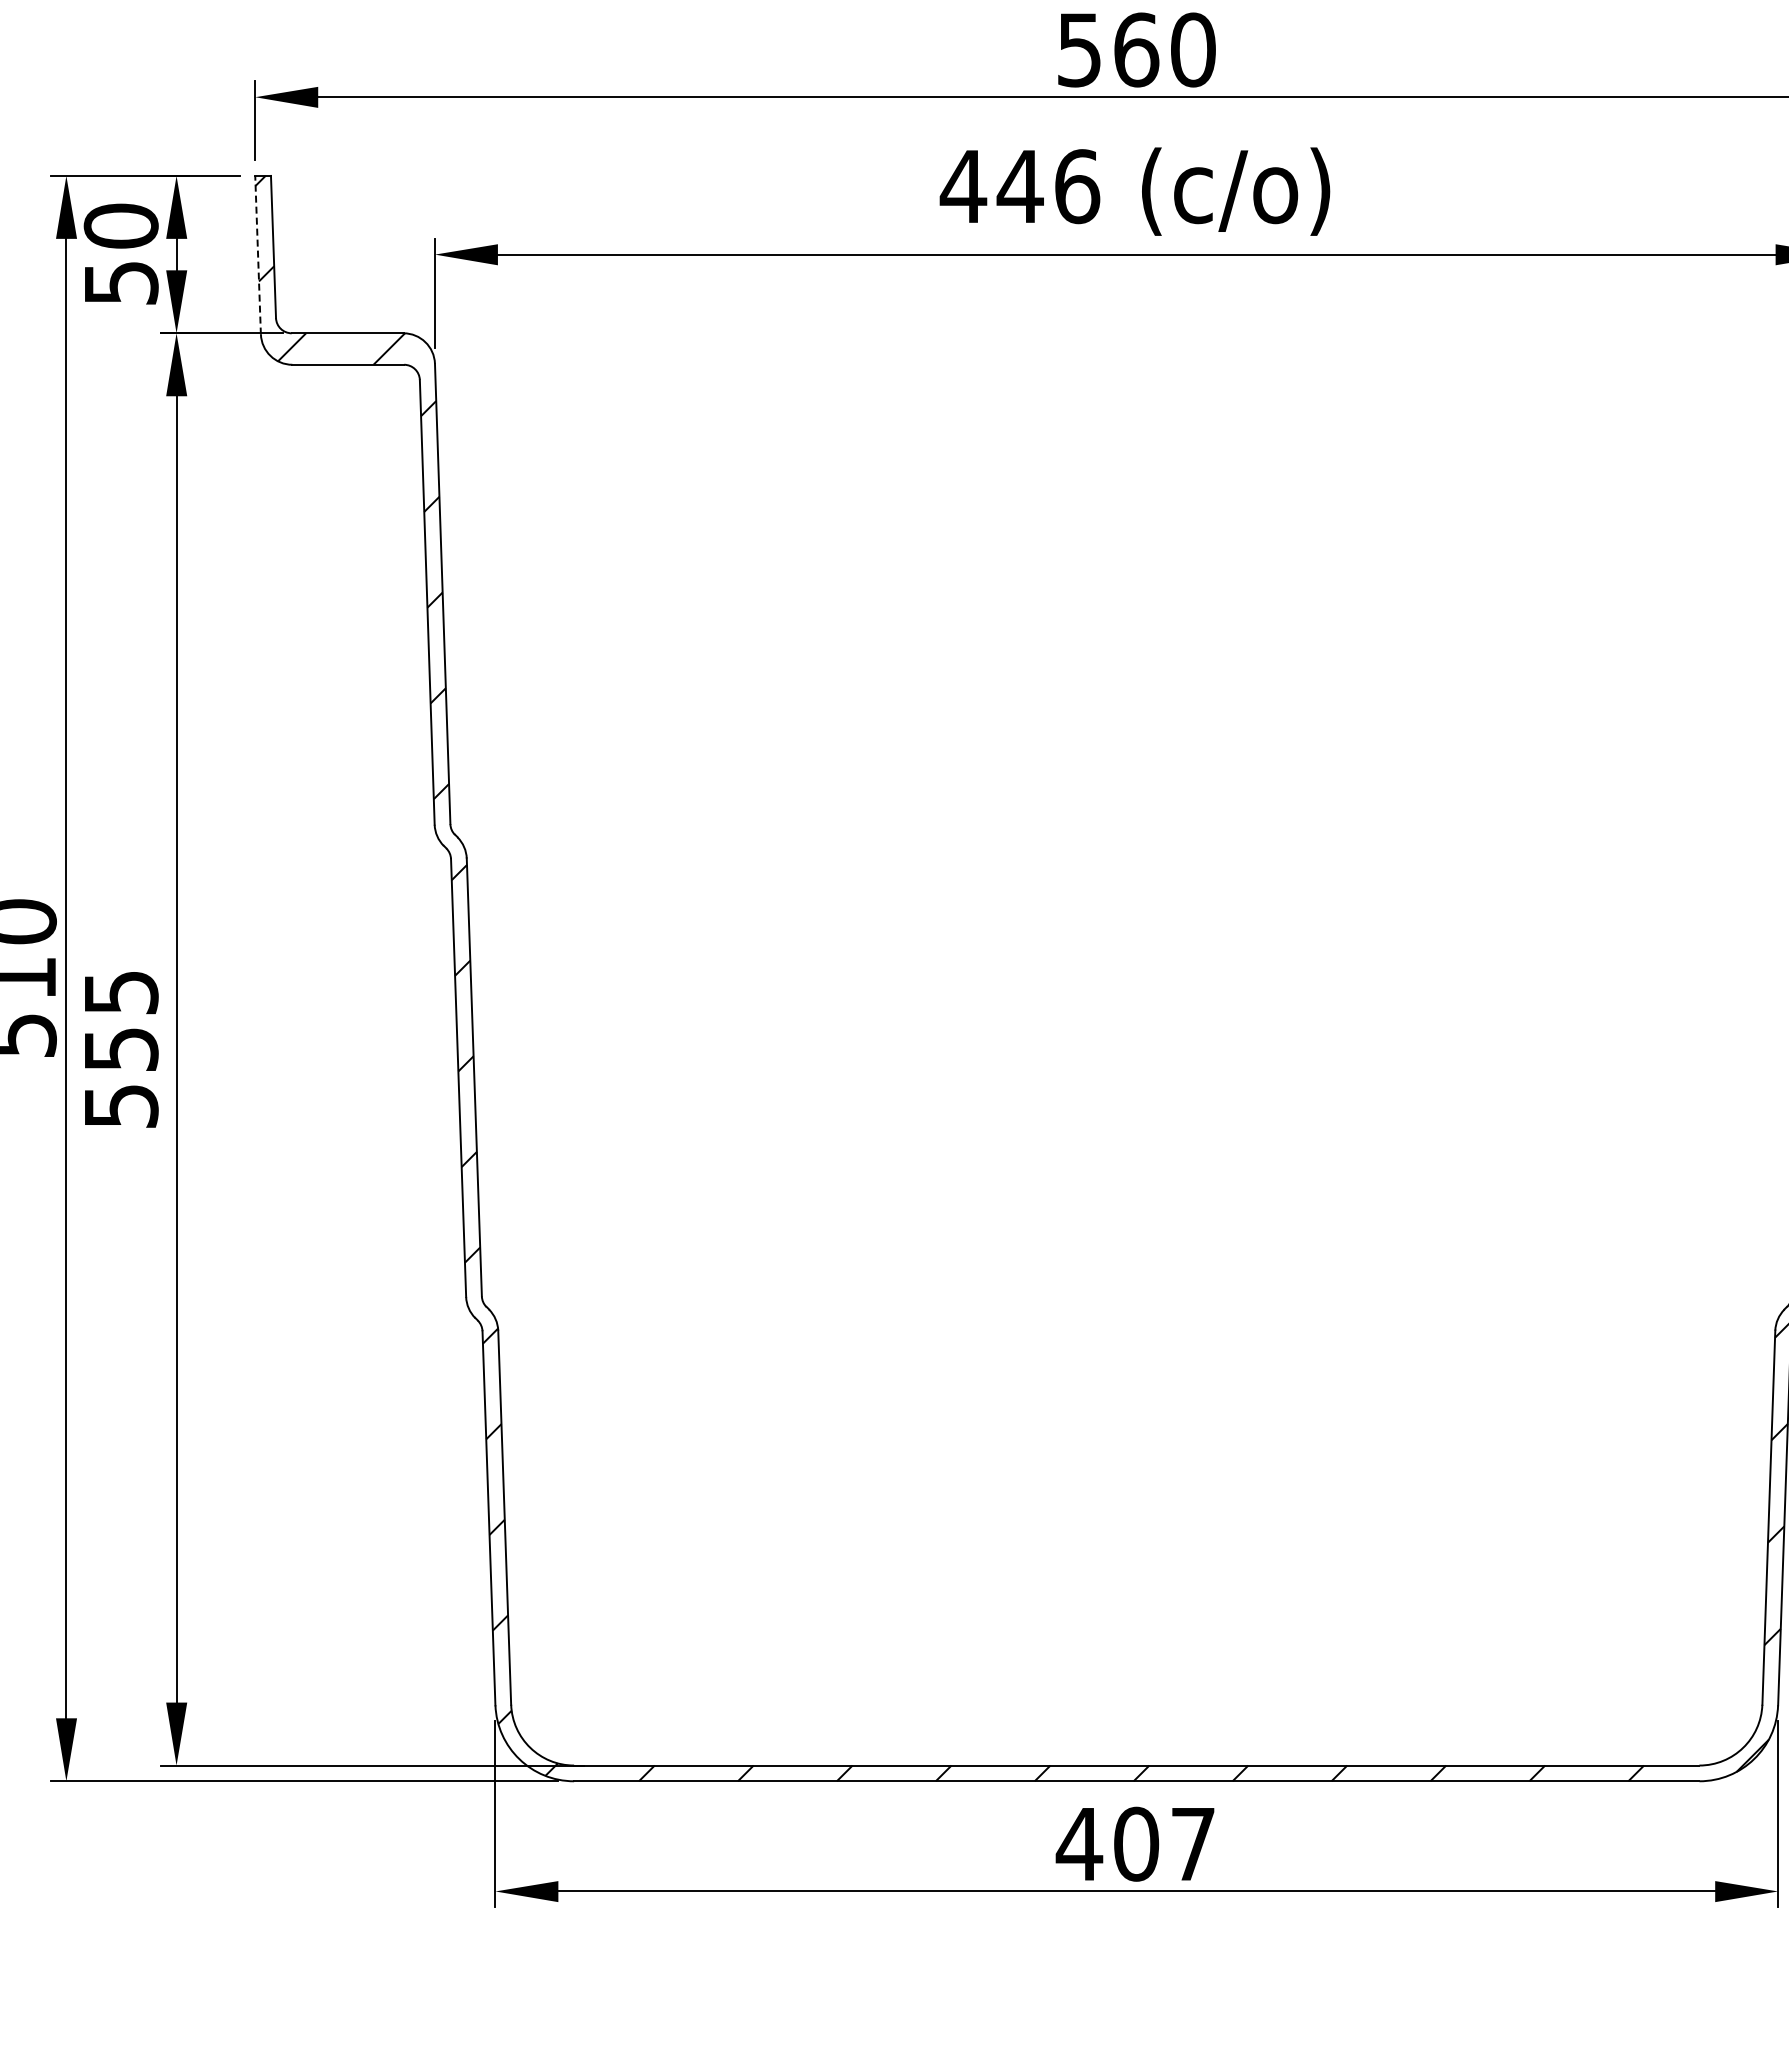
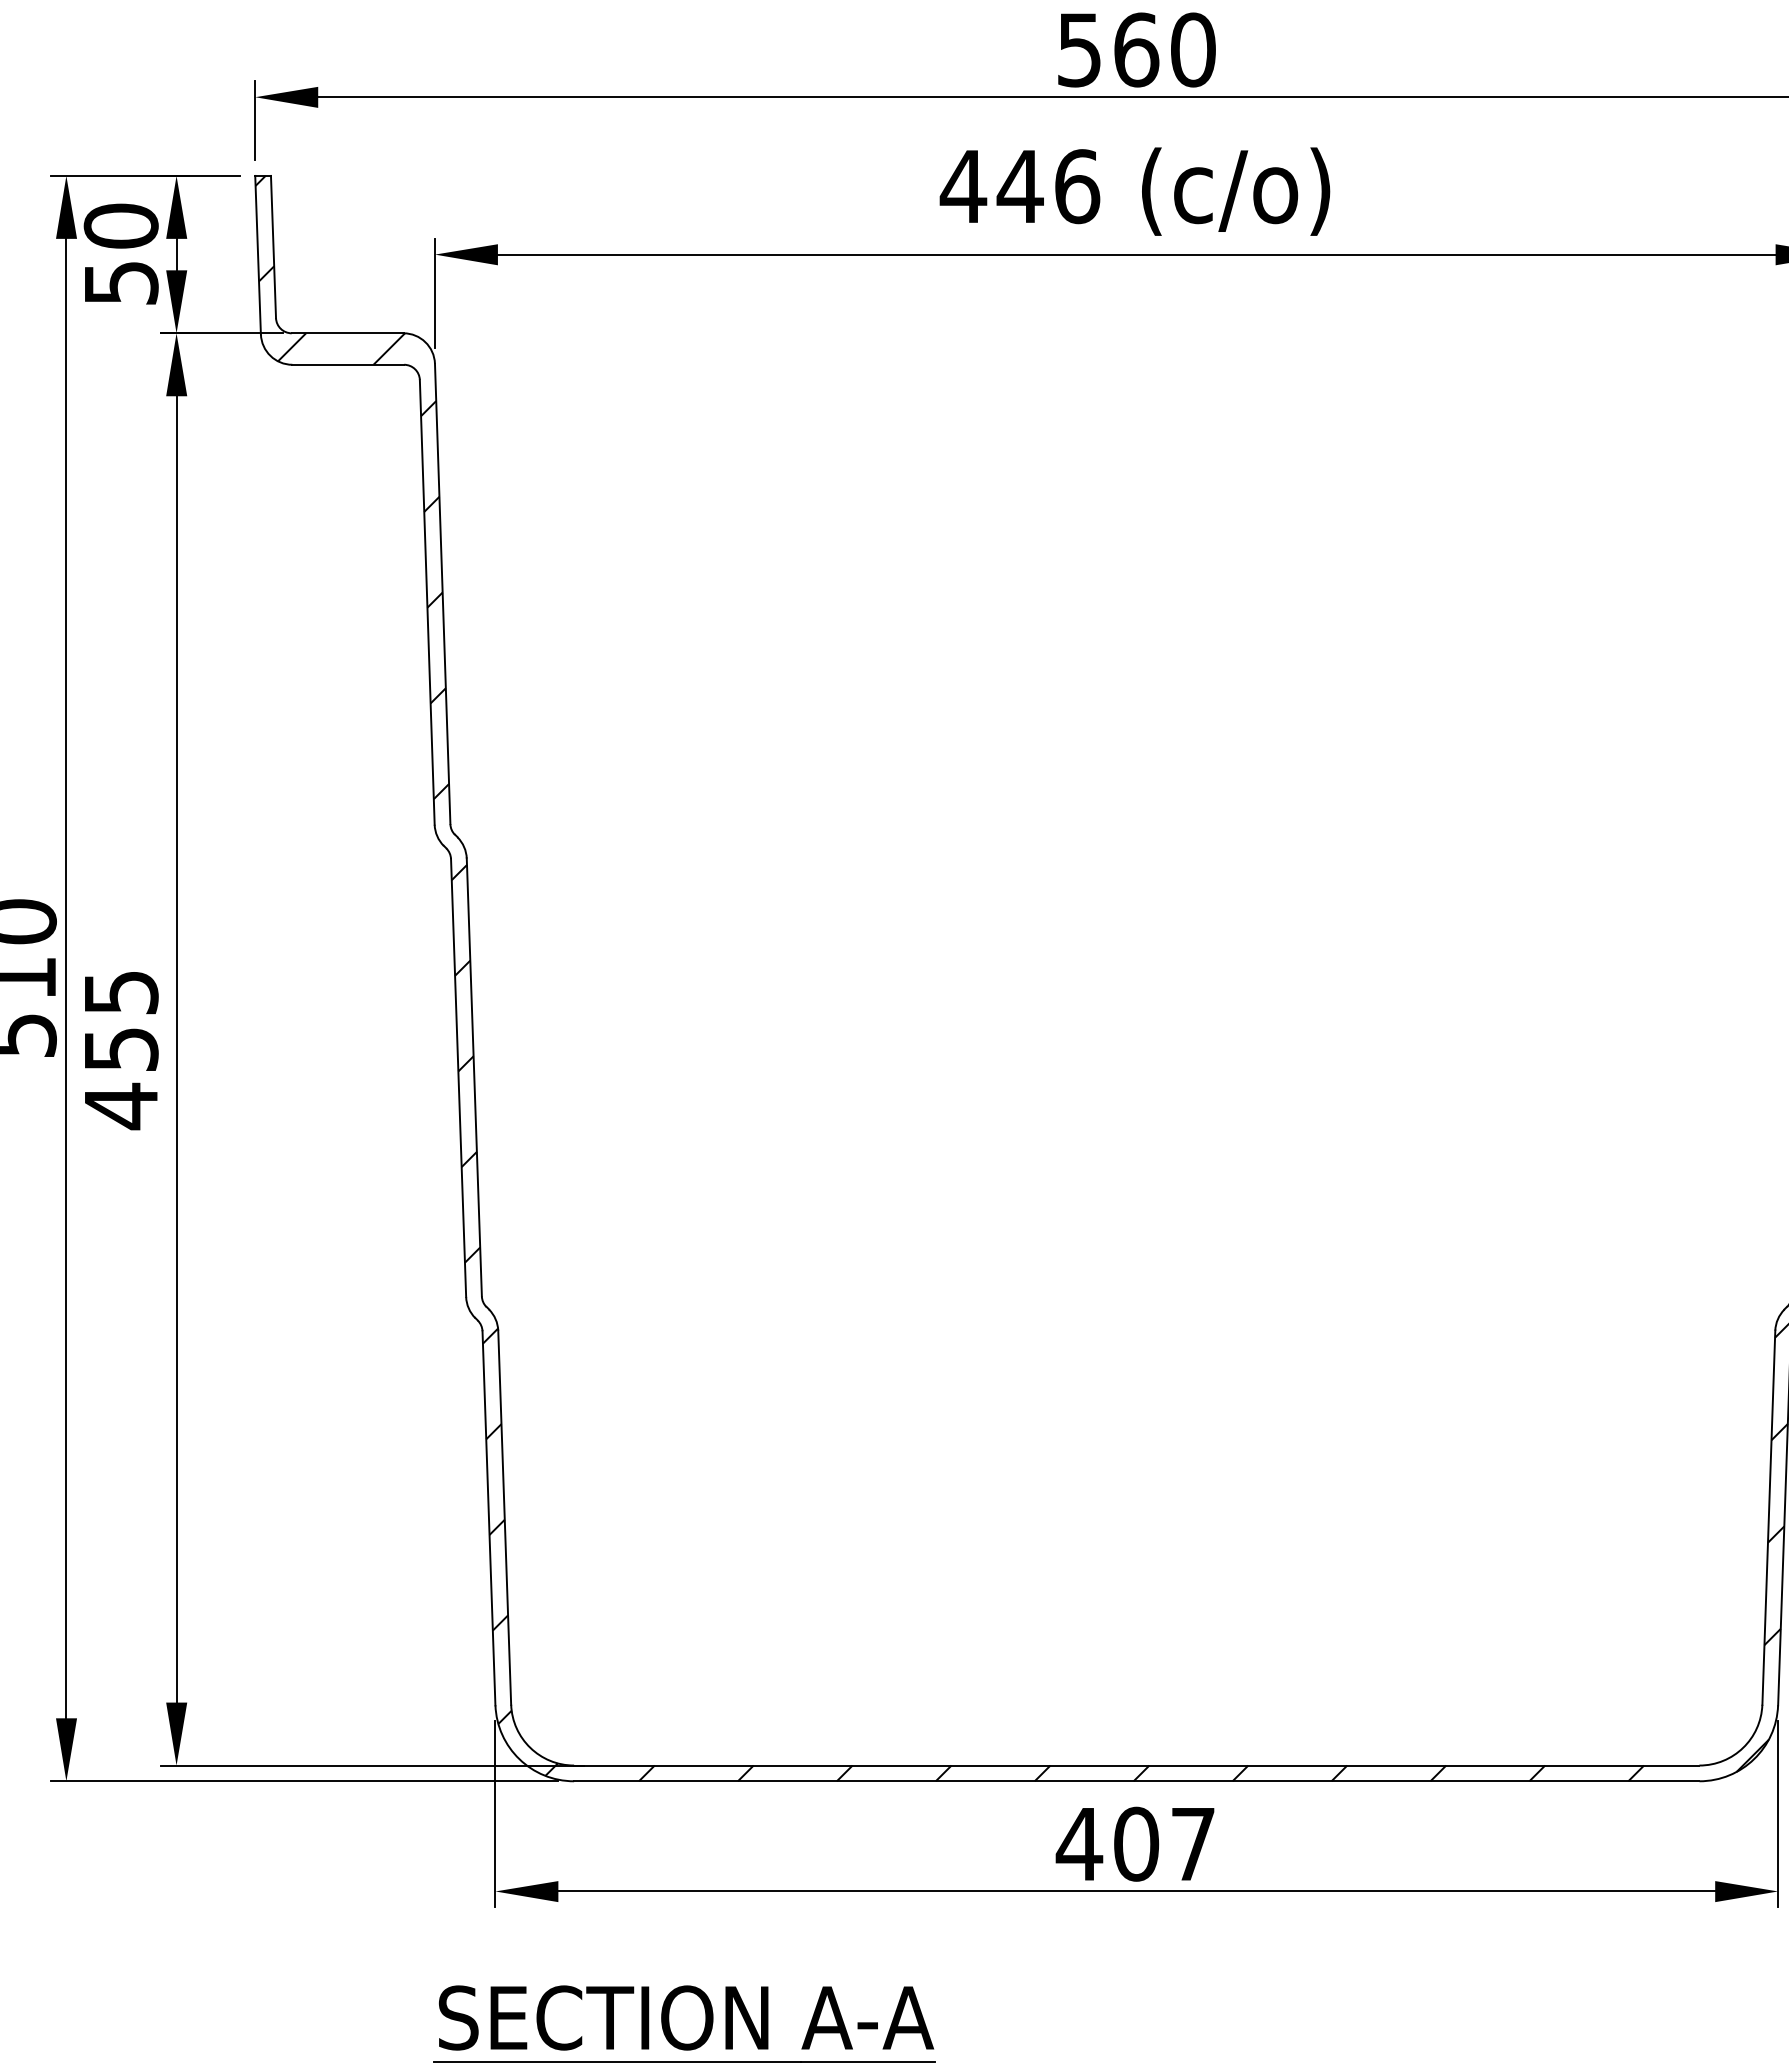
line at (258, 254): dashed -> solid
text at (121, 1106): 555 -> 455
part at (684, 2023): none -> present
